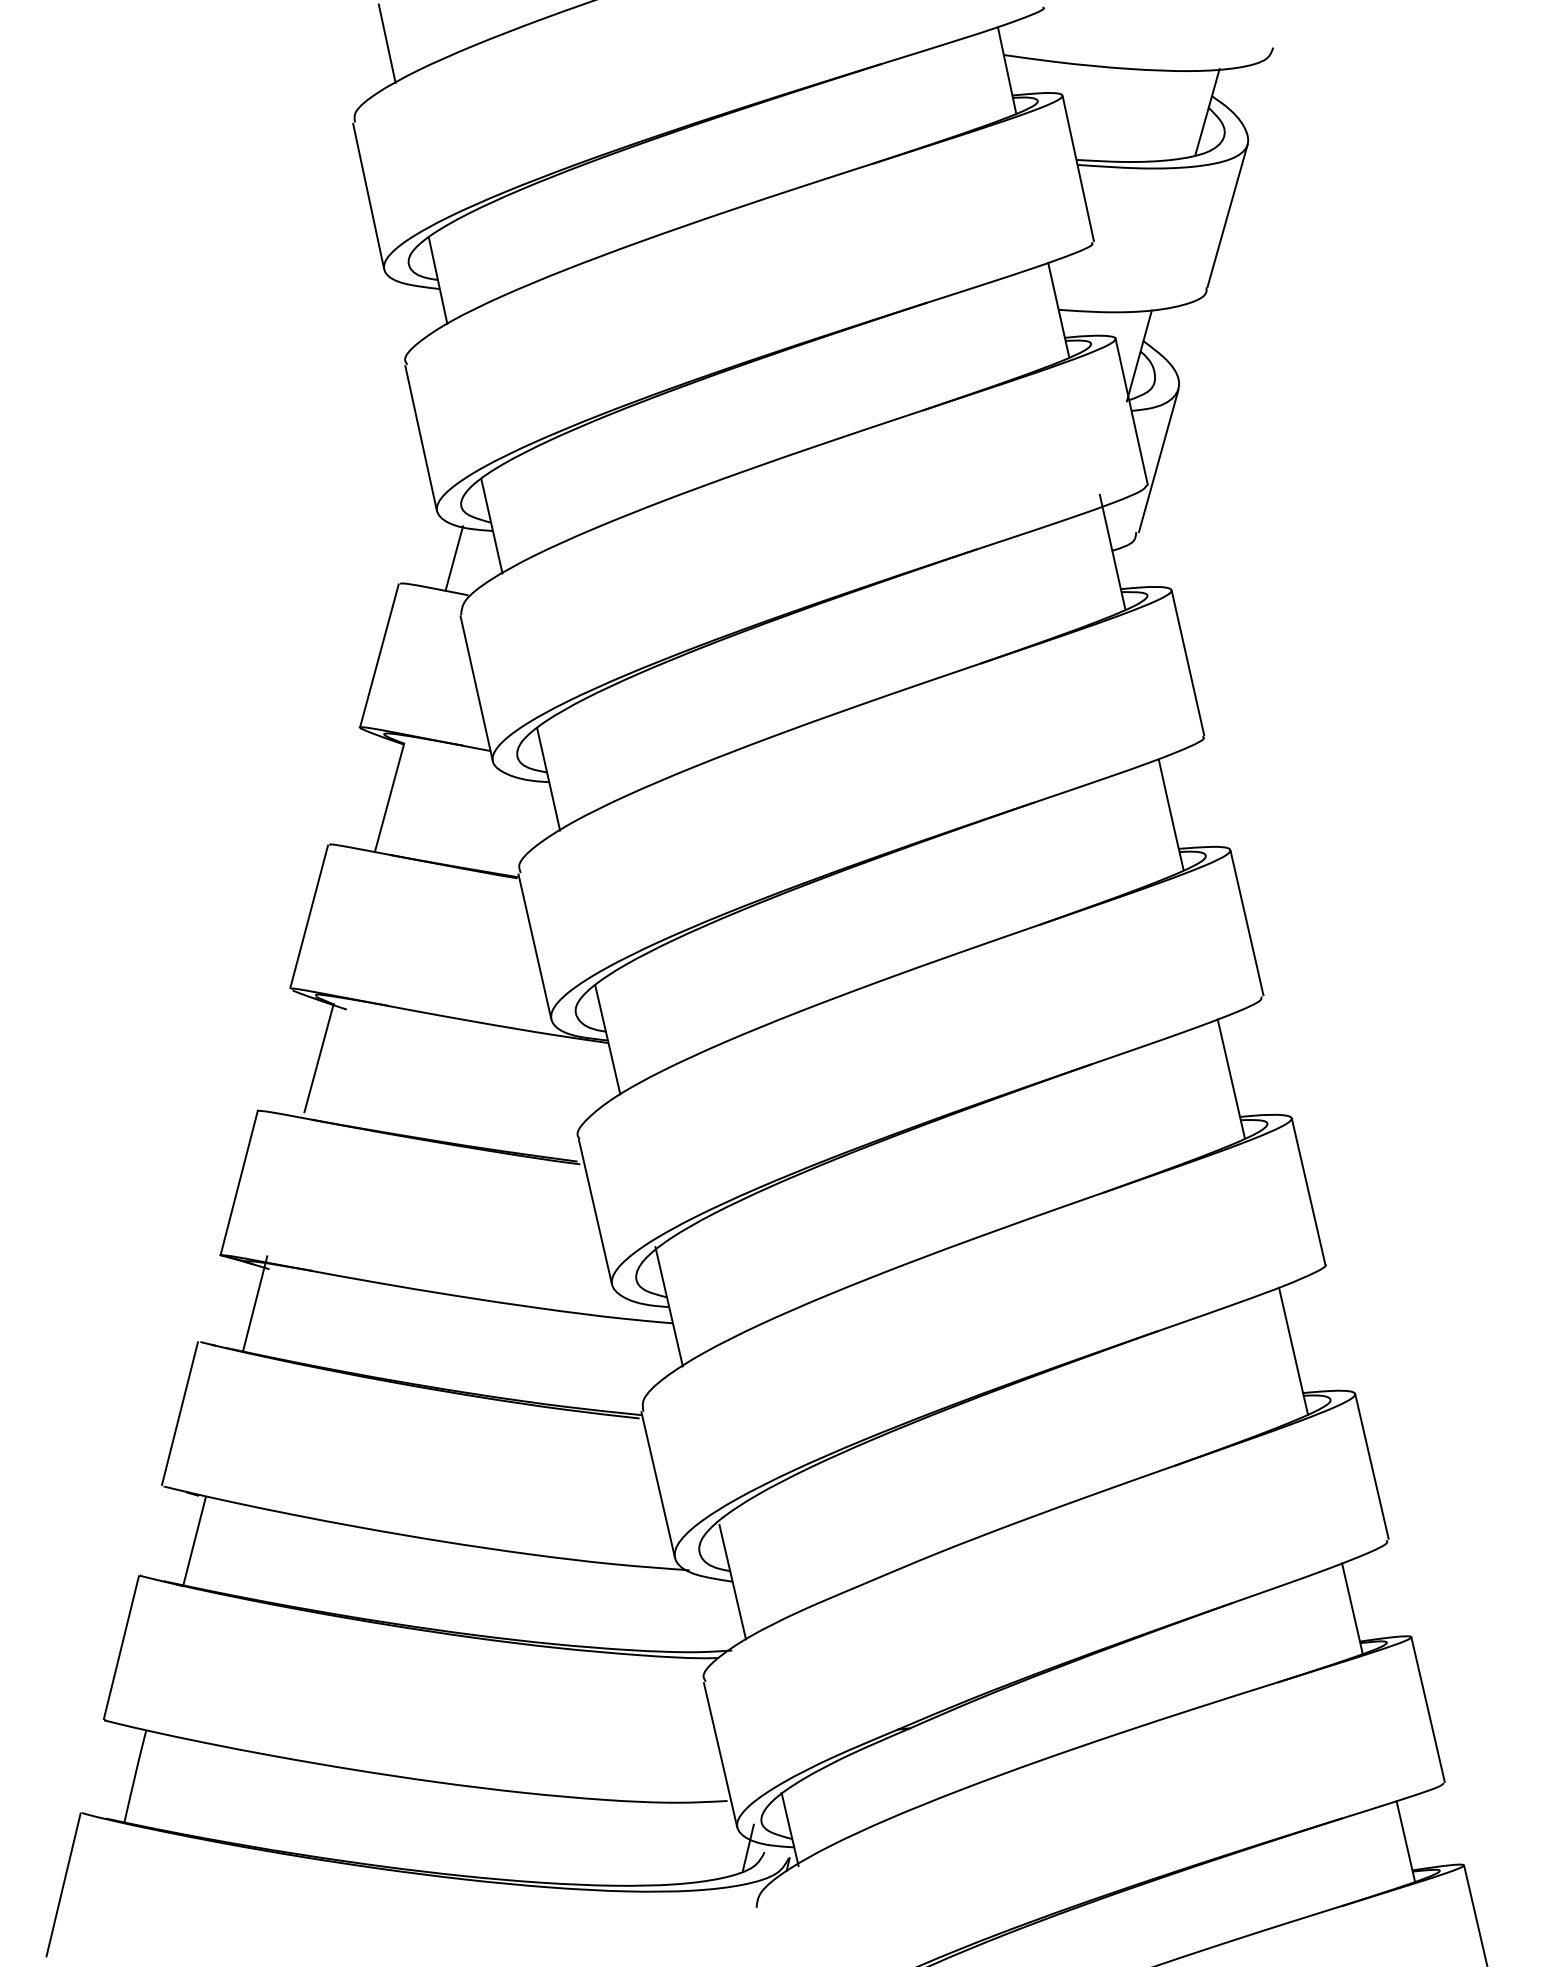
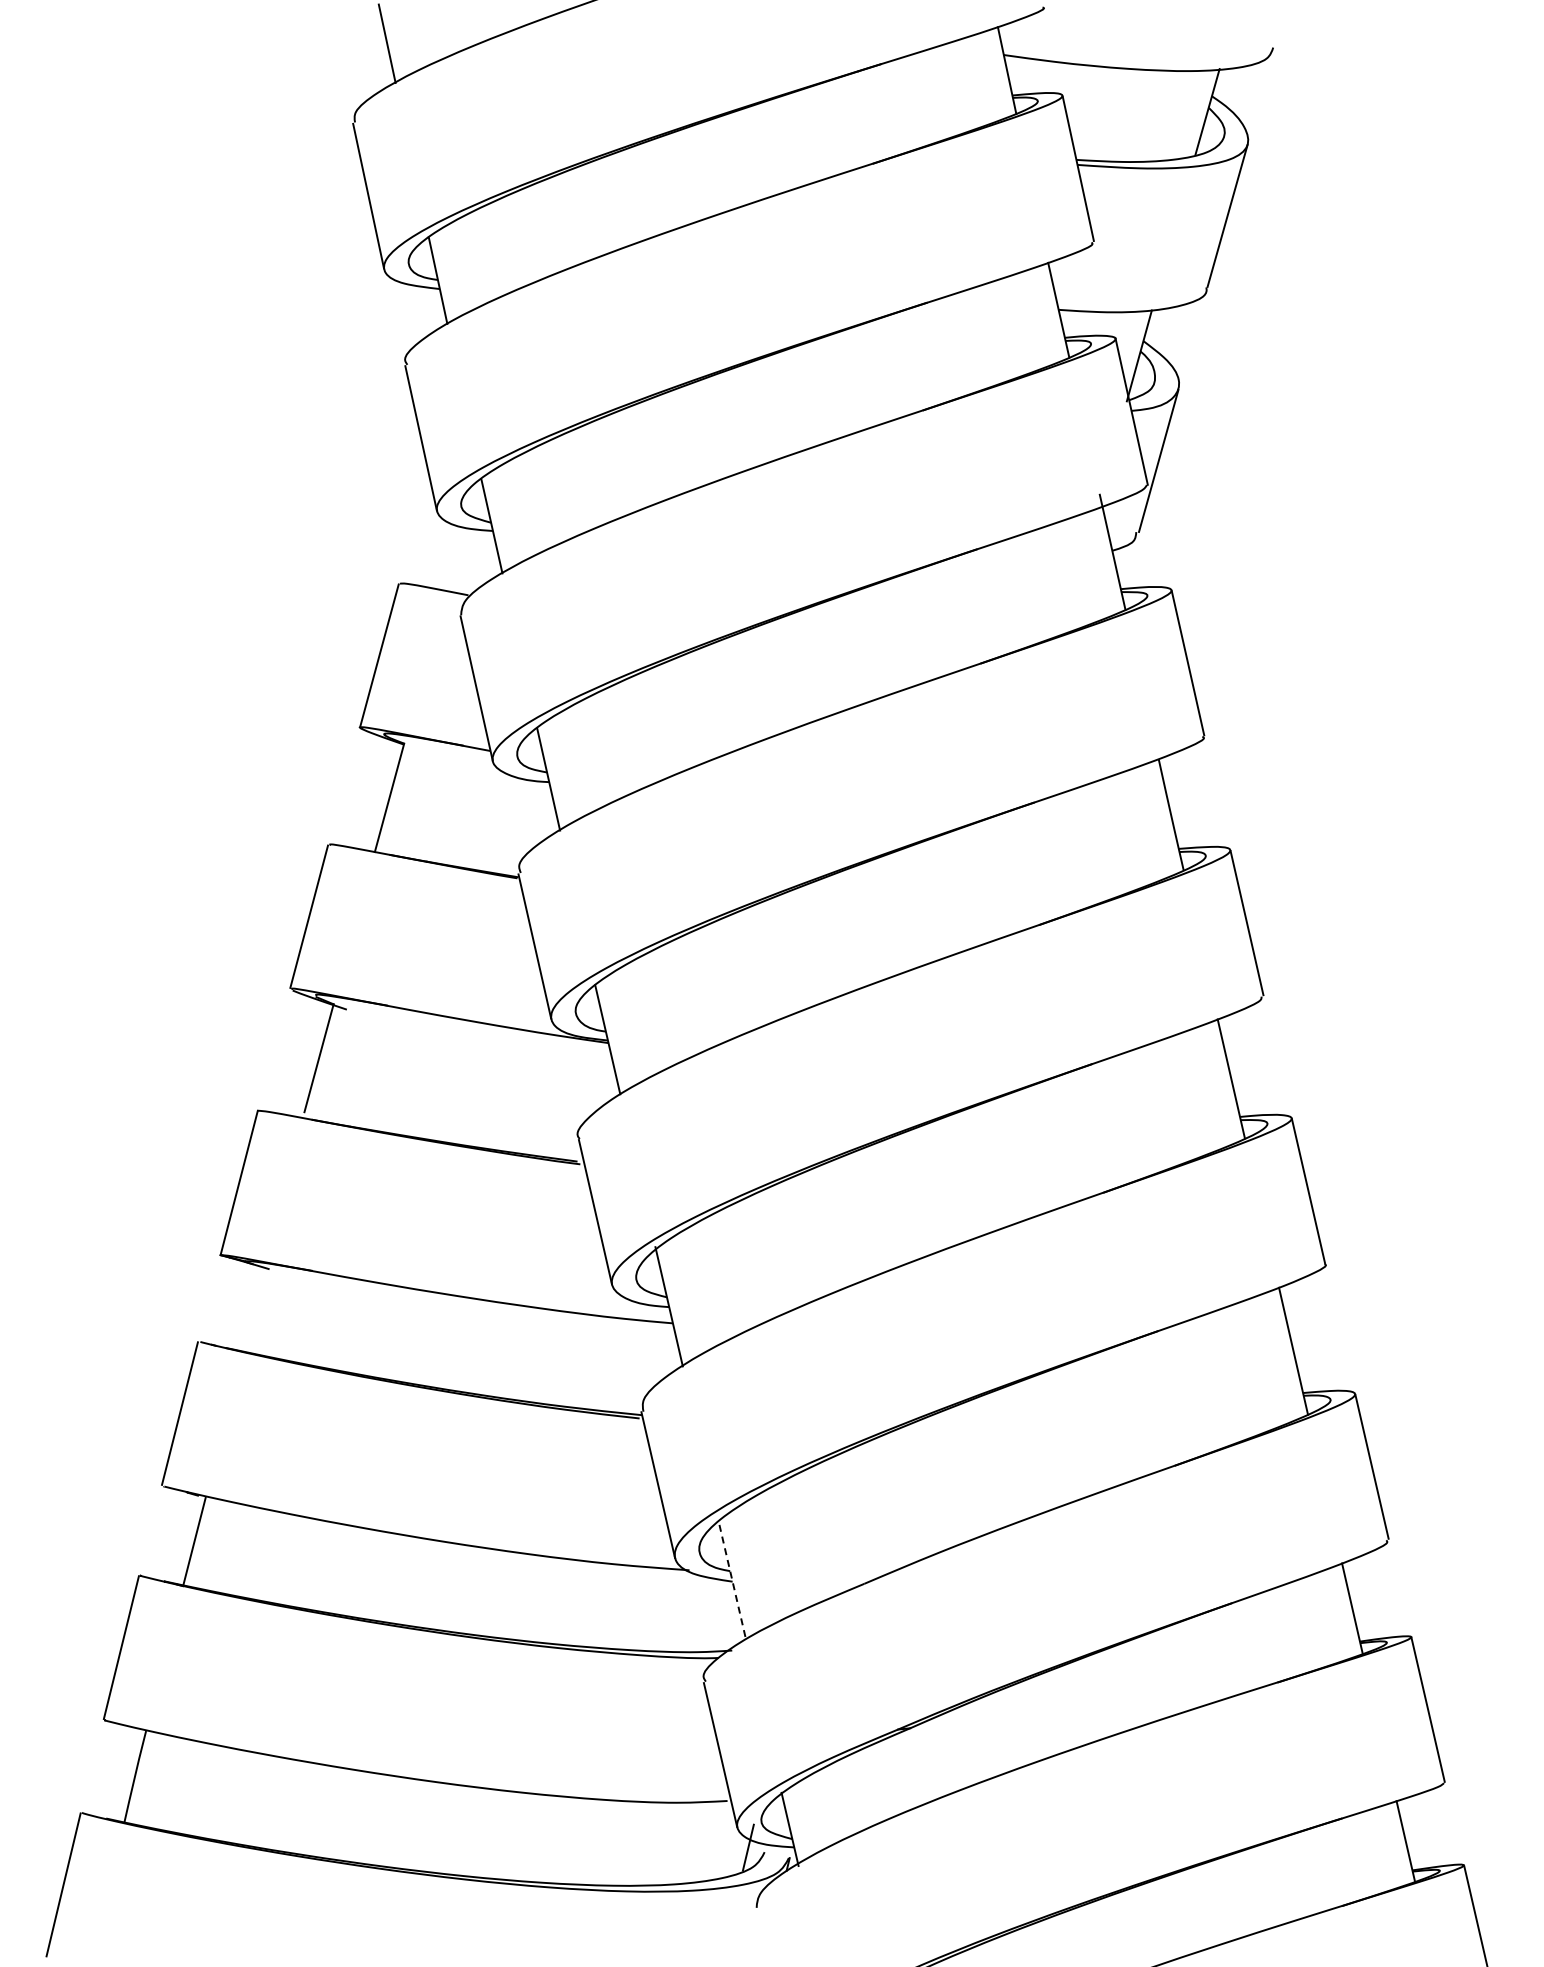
line at (454, 558): present -> none
line at (254, 1303): present -> none
line at (732, 1582): solid -> dashed
